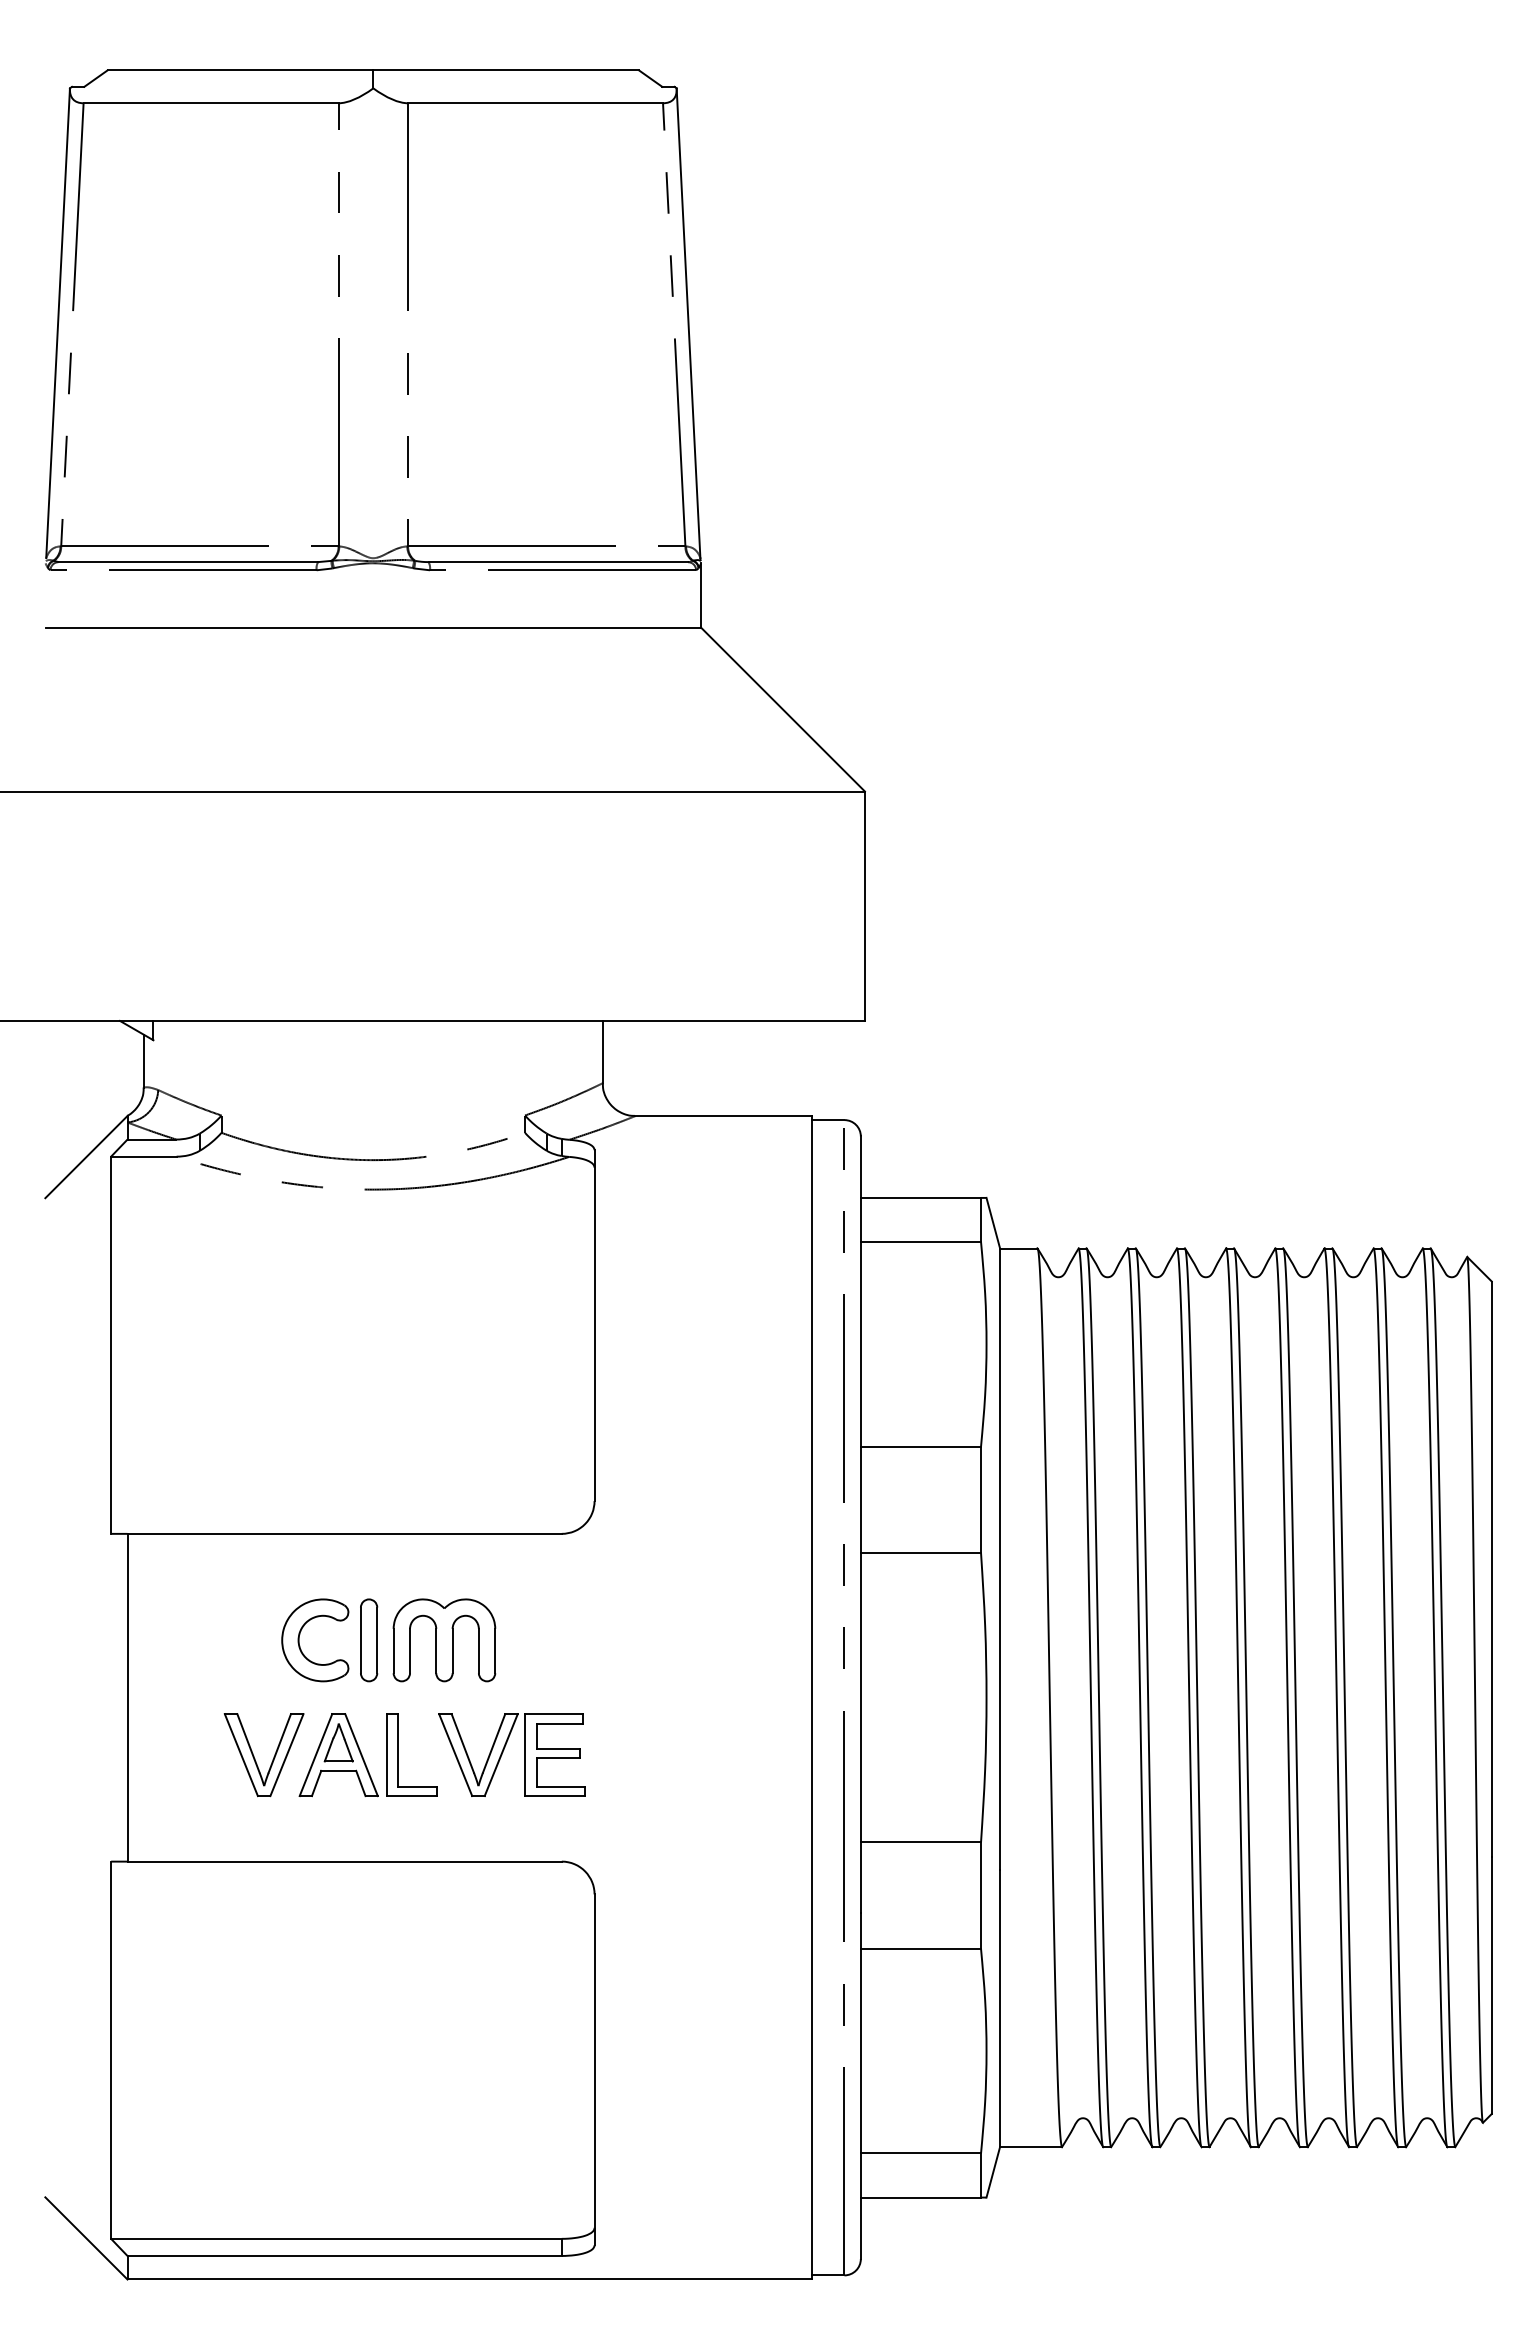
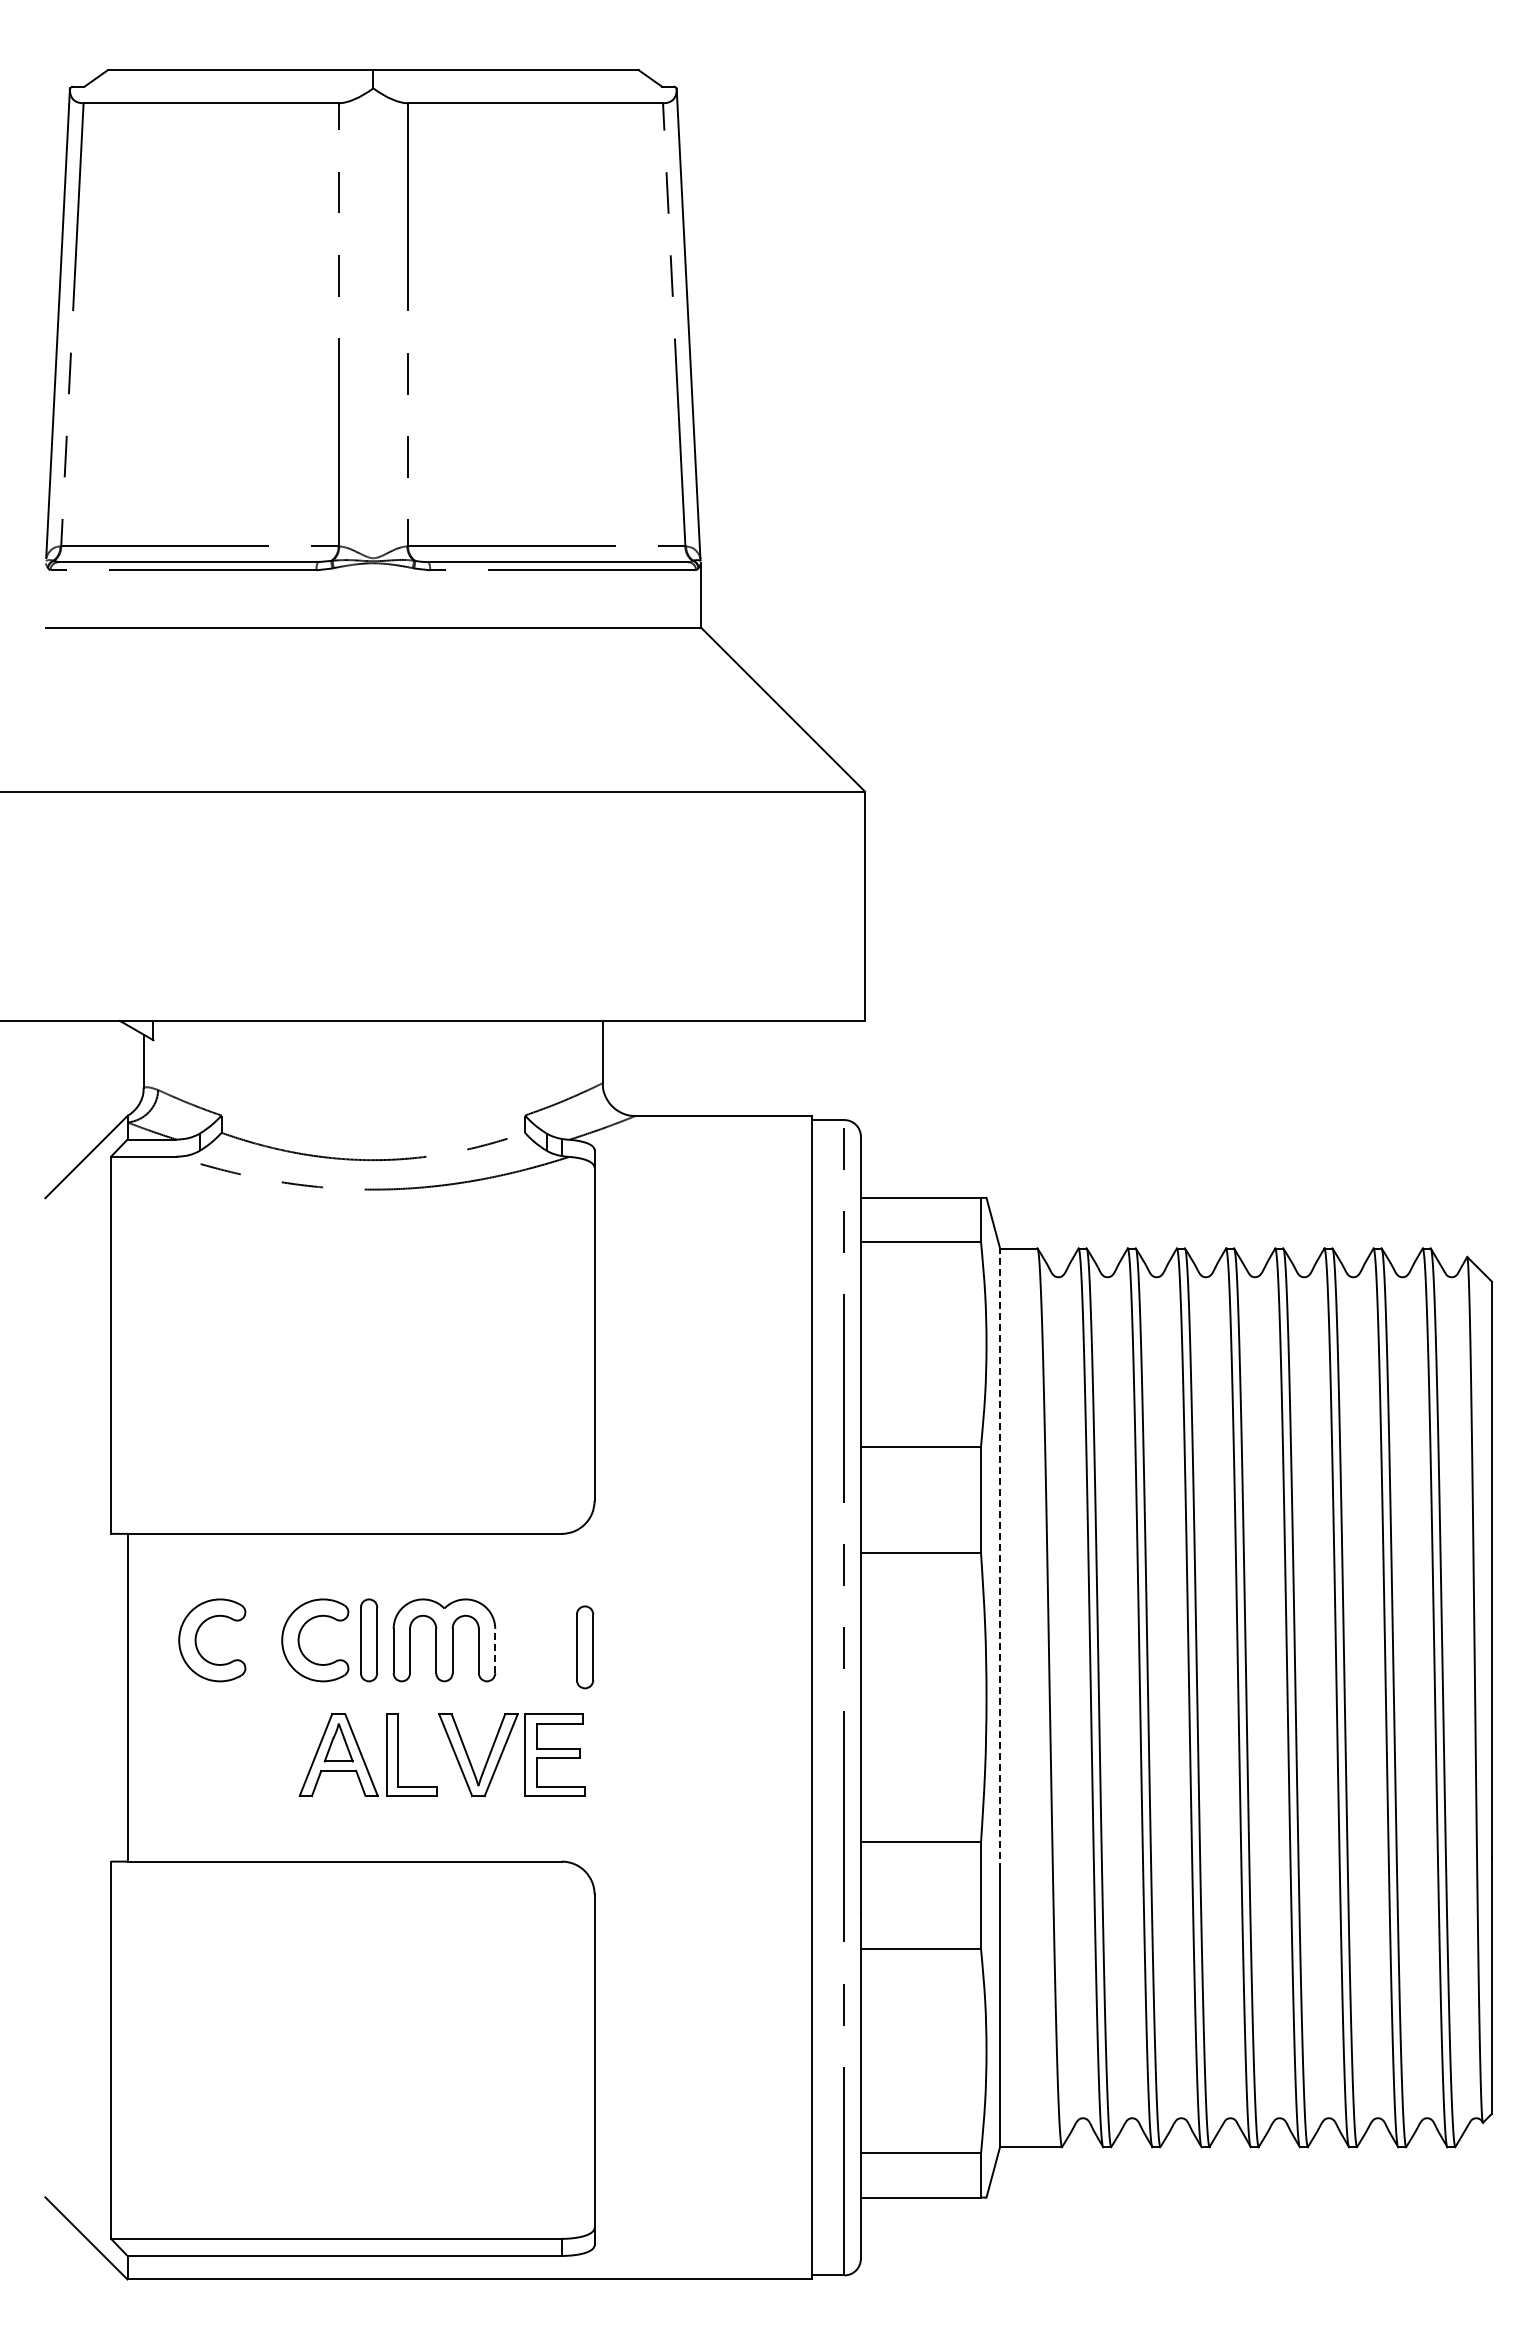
line at (1000, 1558): solid -> dashed
part at (197, 1645): none -> present
part at (585, 1647): none -> present
line at (495, 1650): solid -> dashed
part at (255, 1758): present -> none
